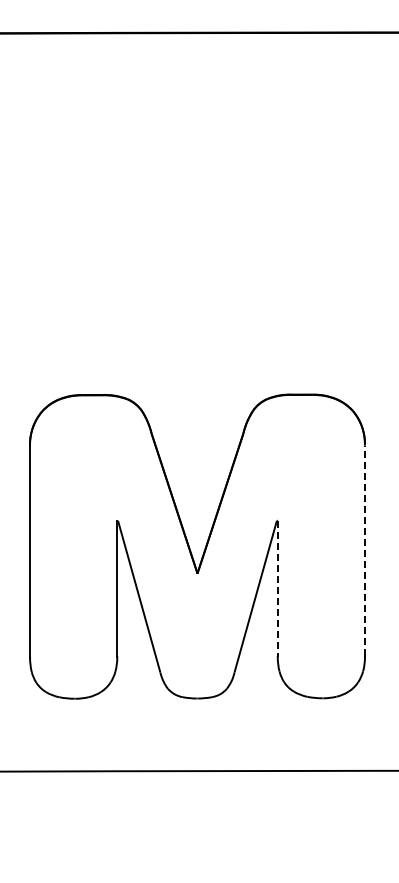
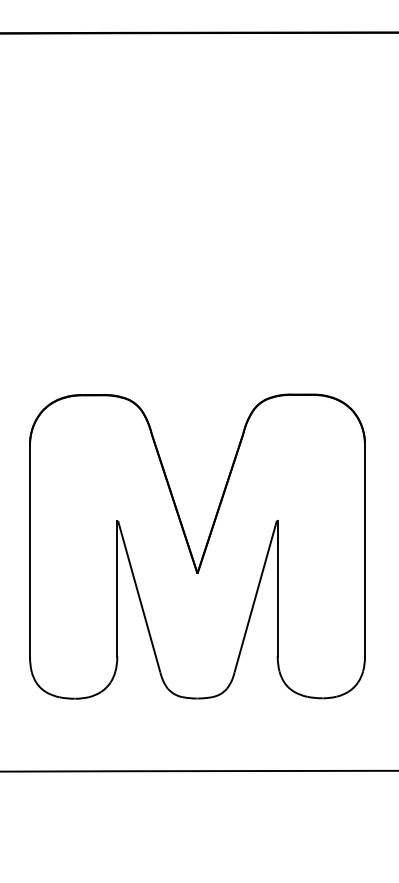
line at (364, 550): dashed -> solid
line at (277, 588): dashed -> solid
